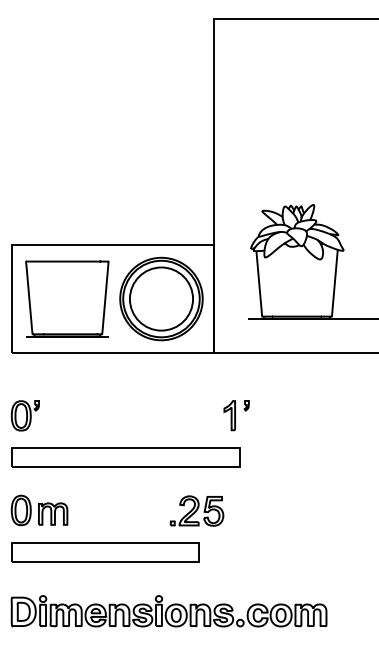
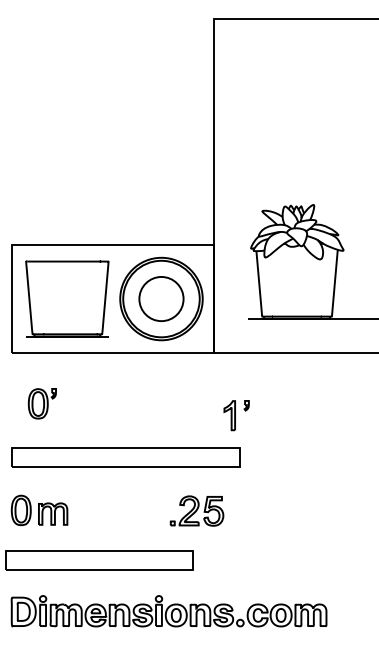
circle at (161, 298) diameter: 63 px -> 44 px
part at (24, 415) position: (24, 415) -> (41, 403)
part at (105, 552) position: (105, 552) -> (99, 560)
